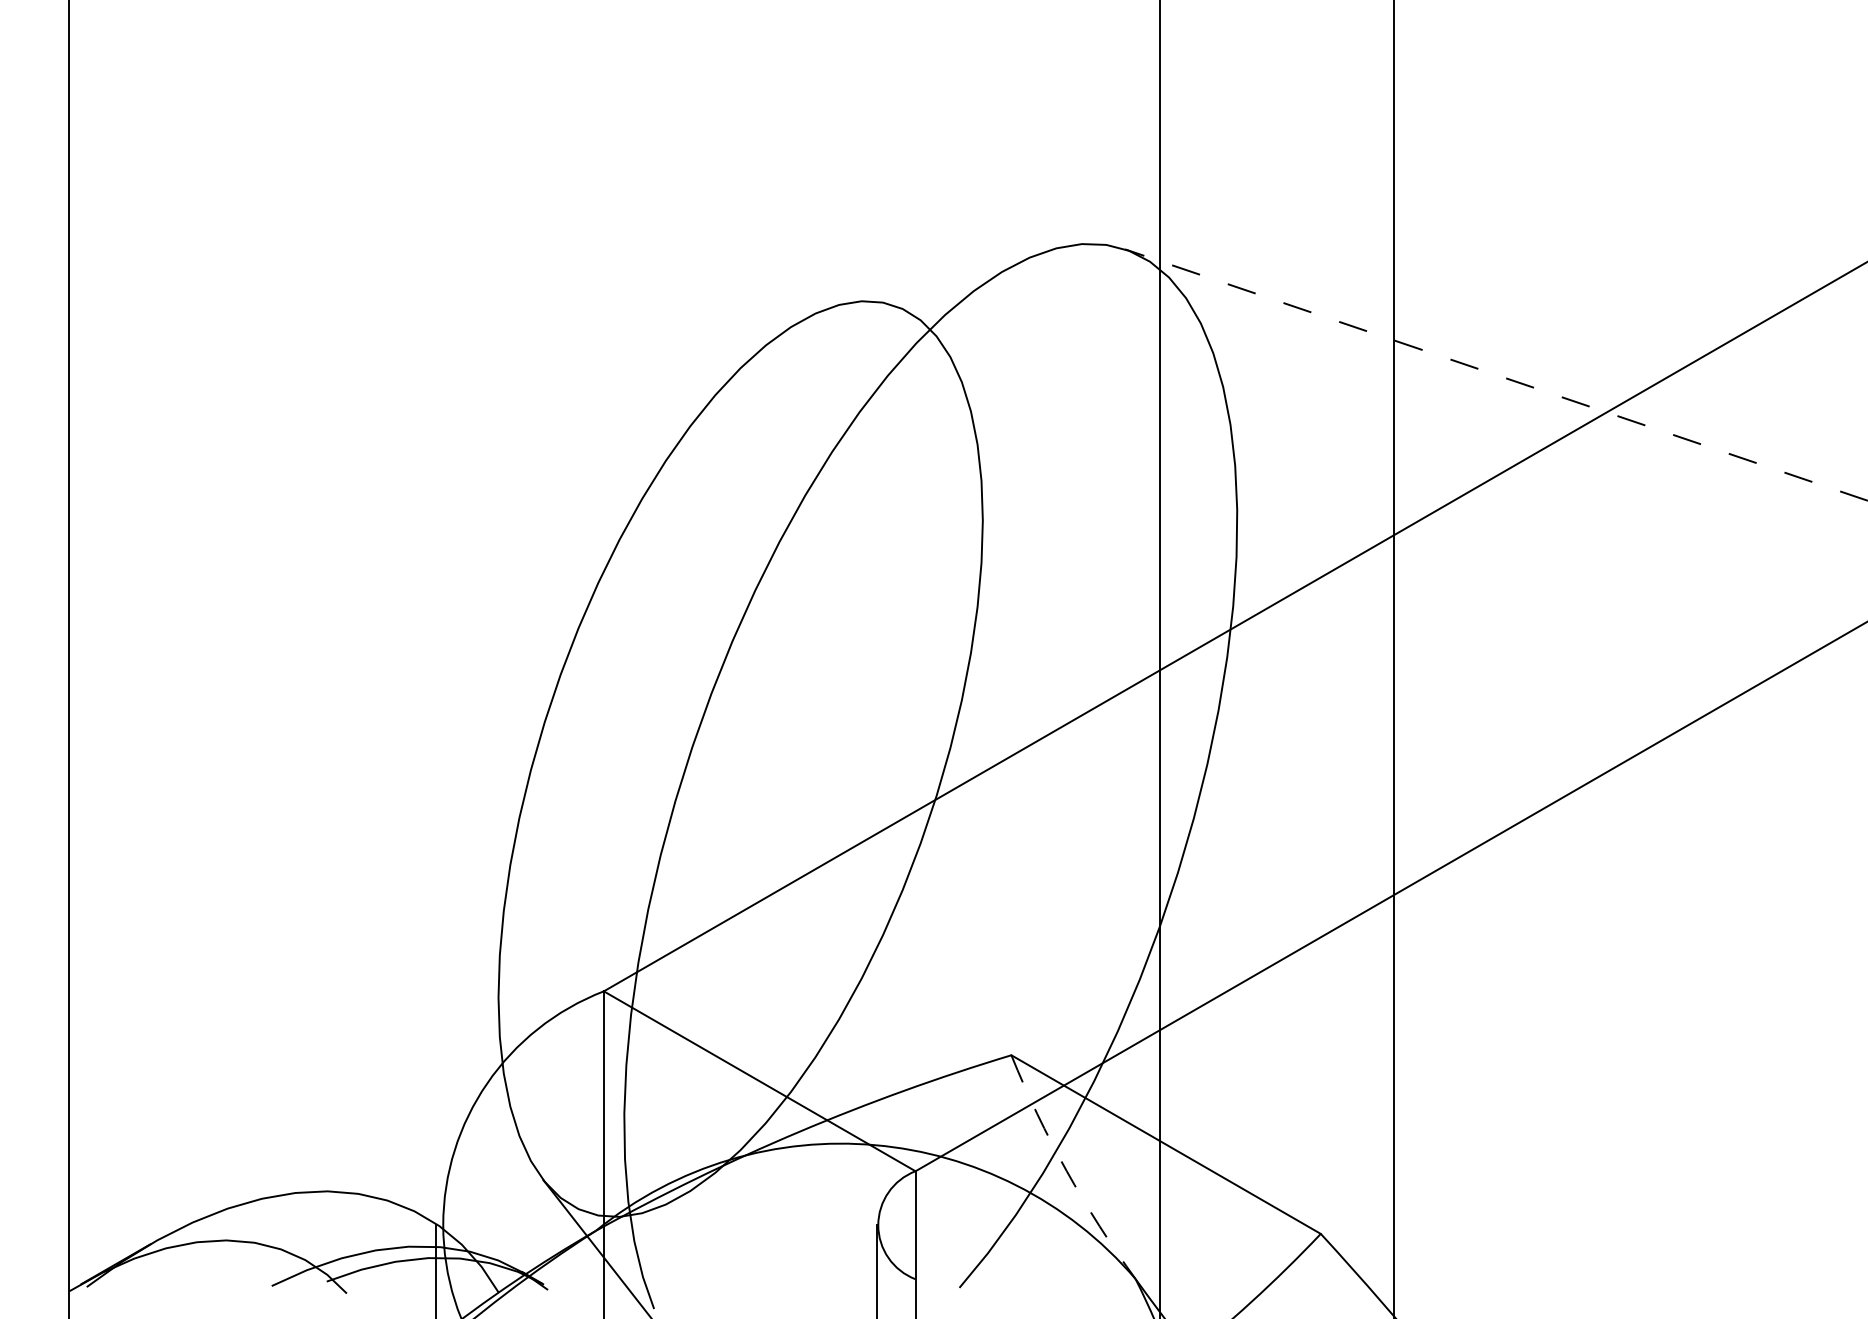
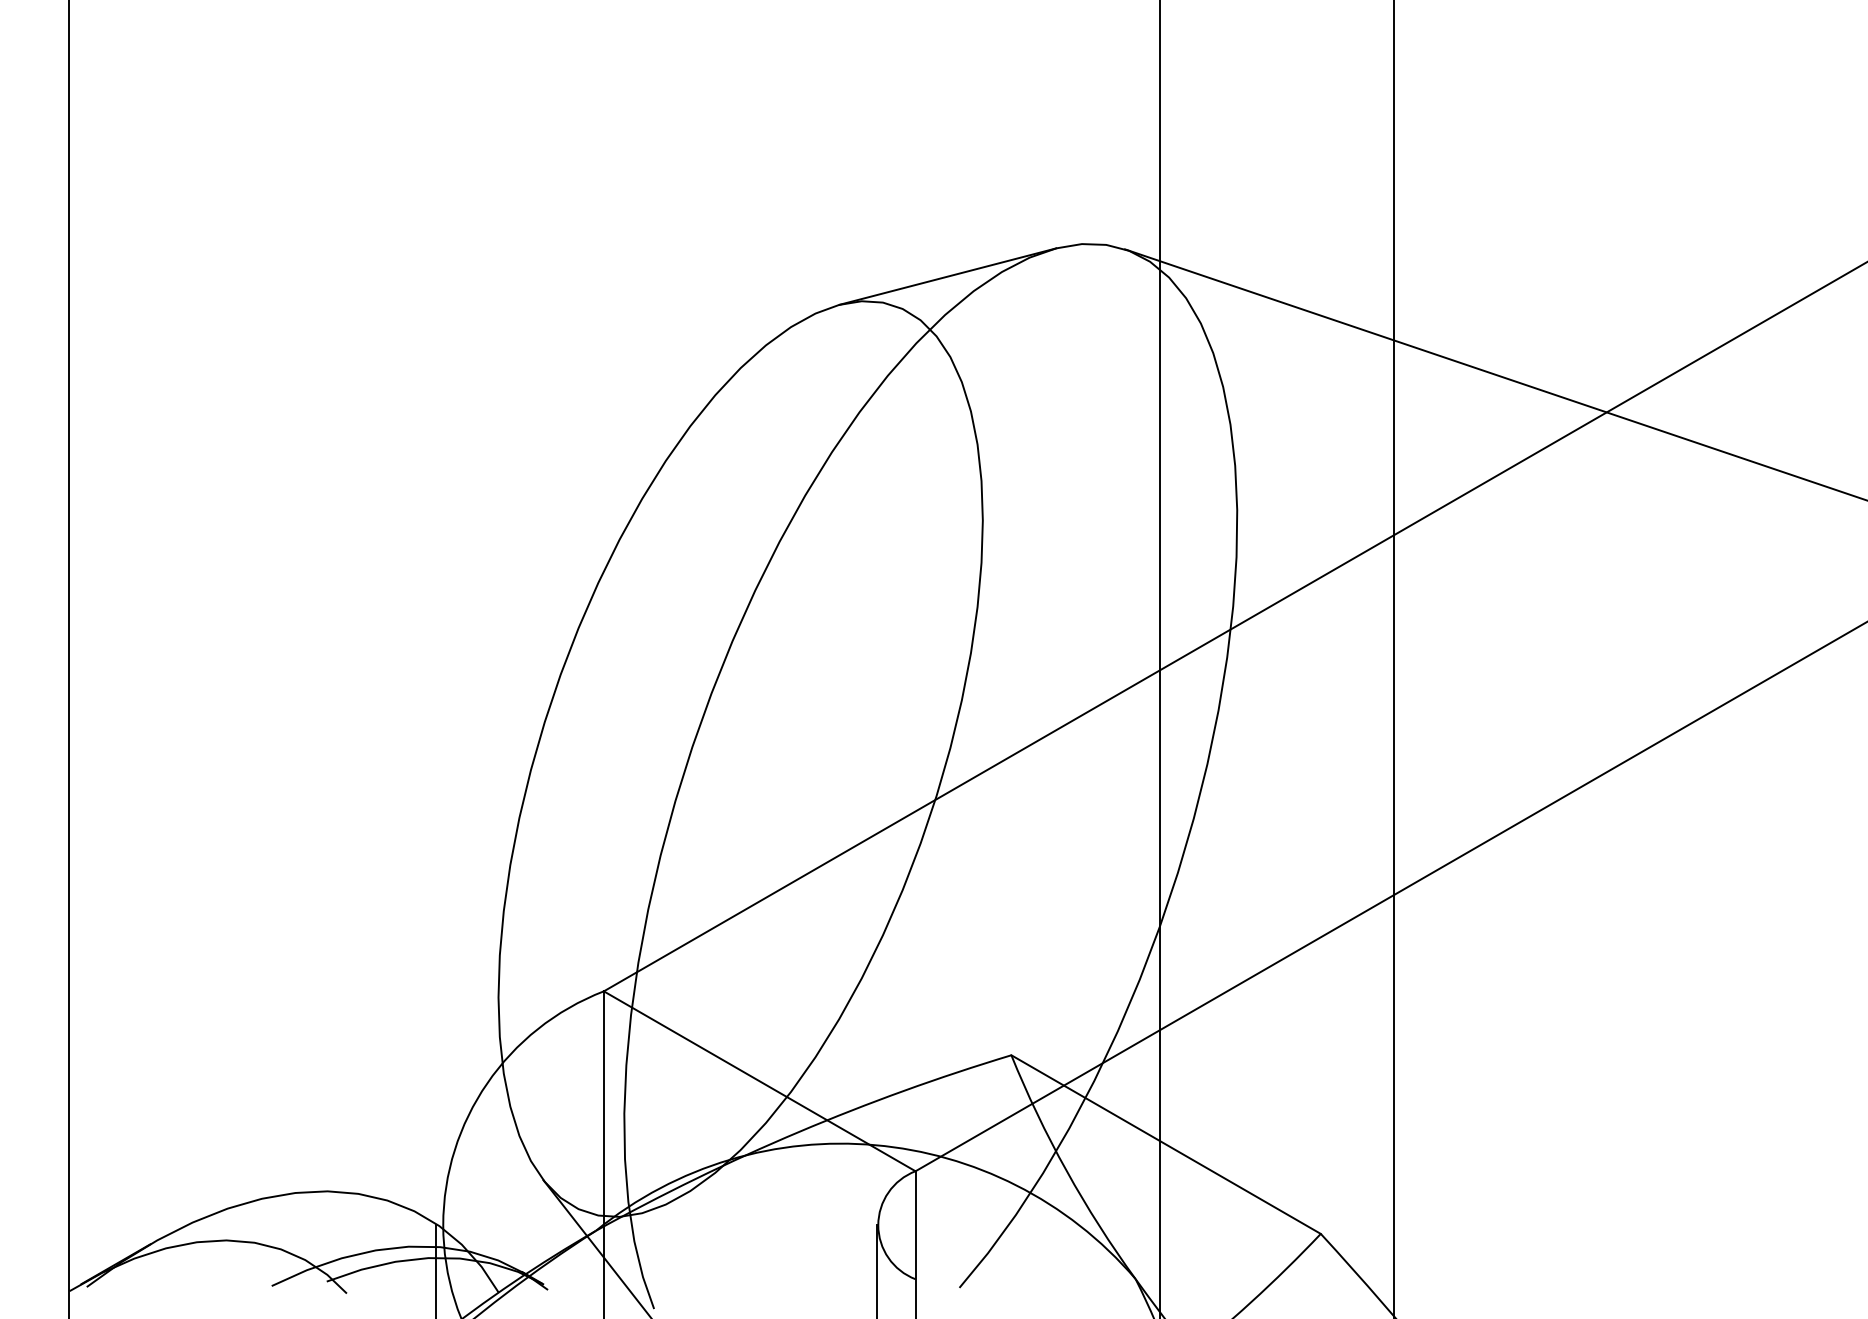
line at (947, 276): none -> present
line at (1496, 374): dashed -> solid
arc at (1066, 1171): dashed -> solid
